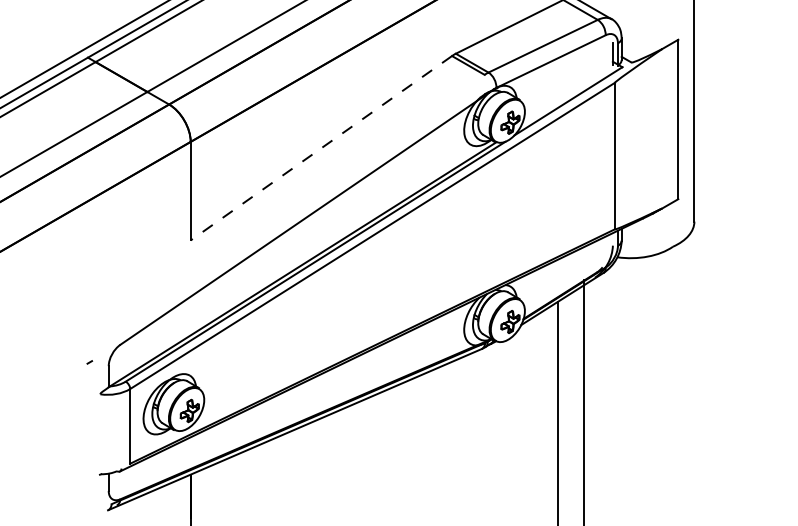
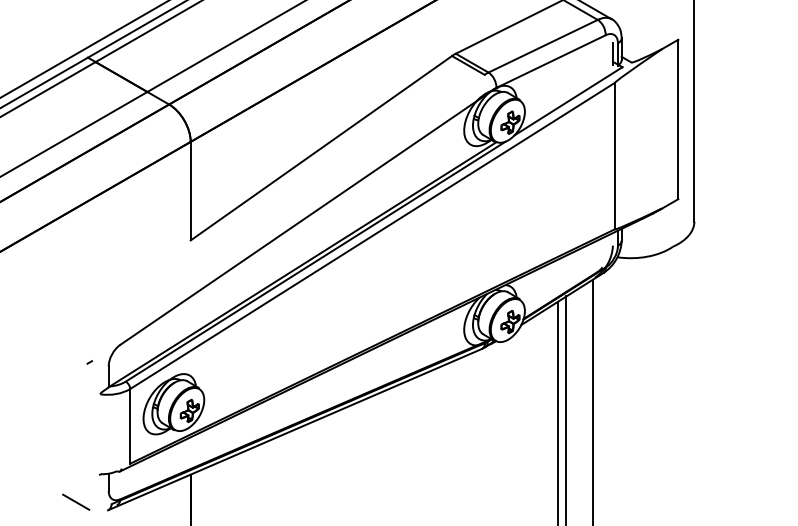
line at (321, 148): dashed -> solid
line at (583, 400) position: (583, 400) -> (592, 400)
line at (566, 409): none -> present
line at (76, 501): none -> present
